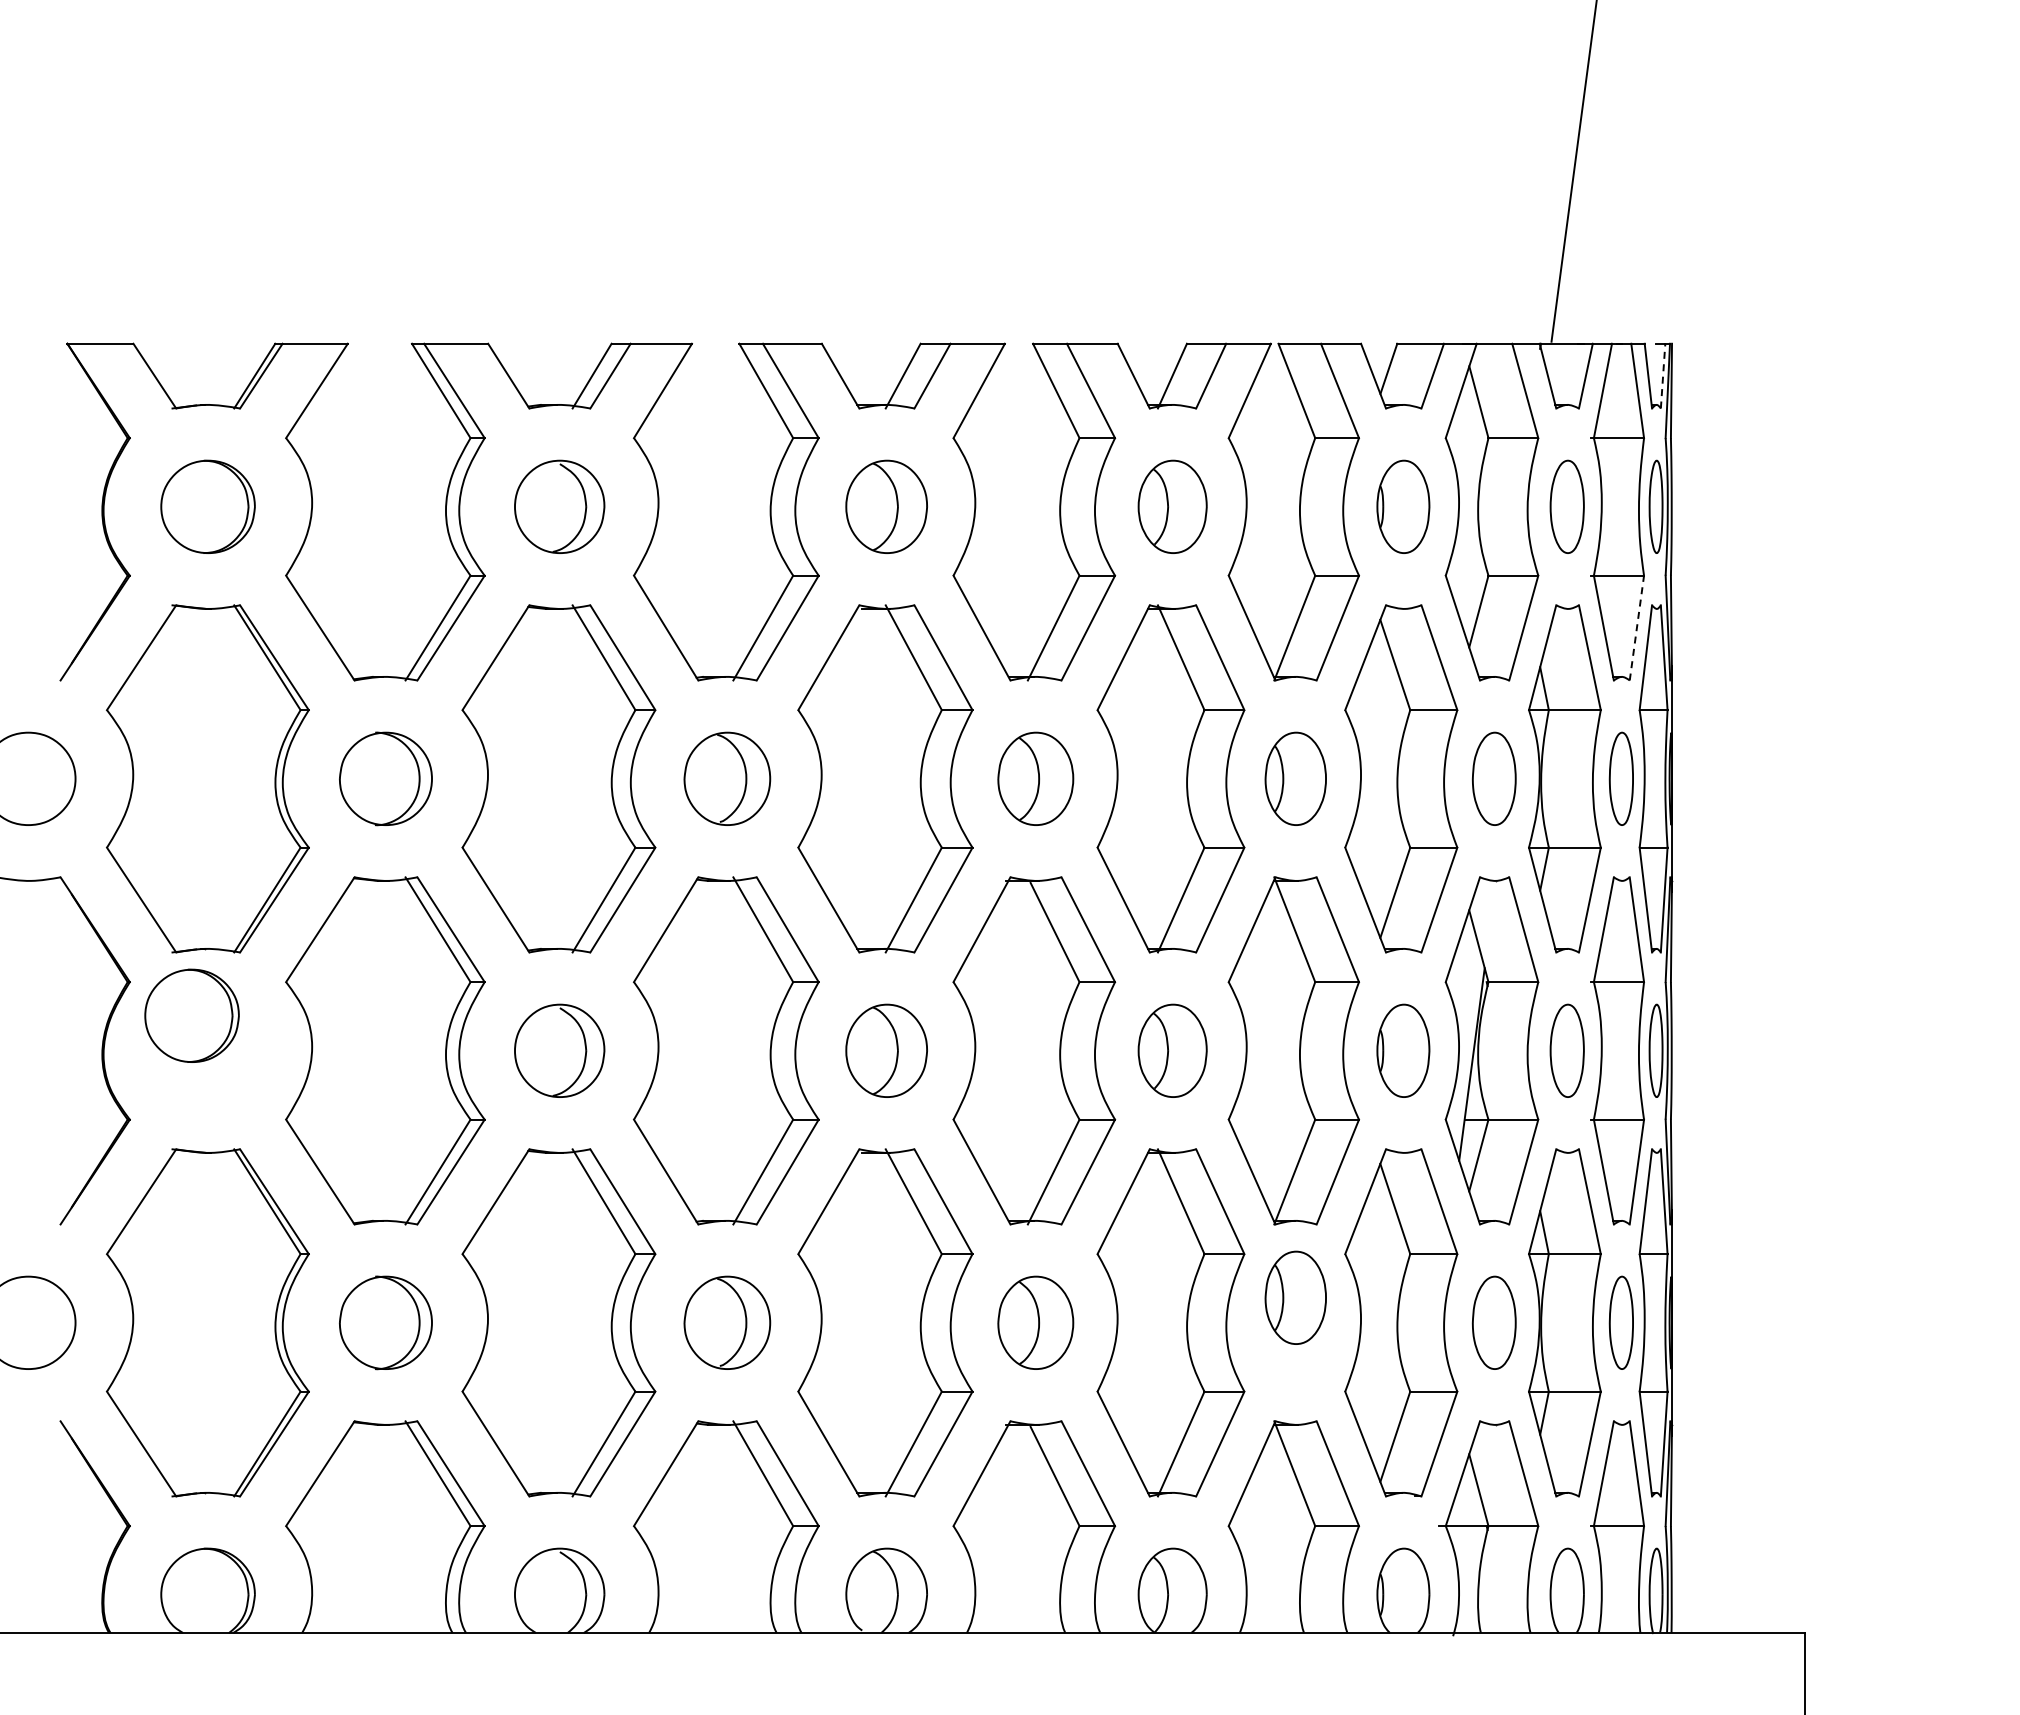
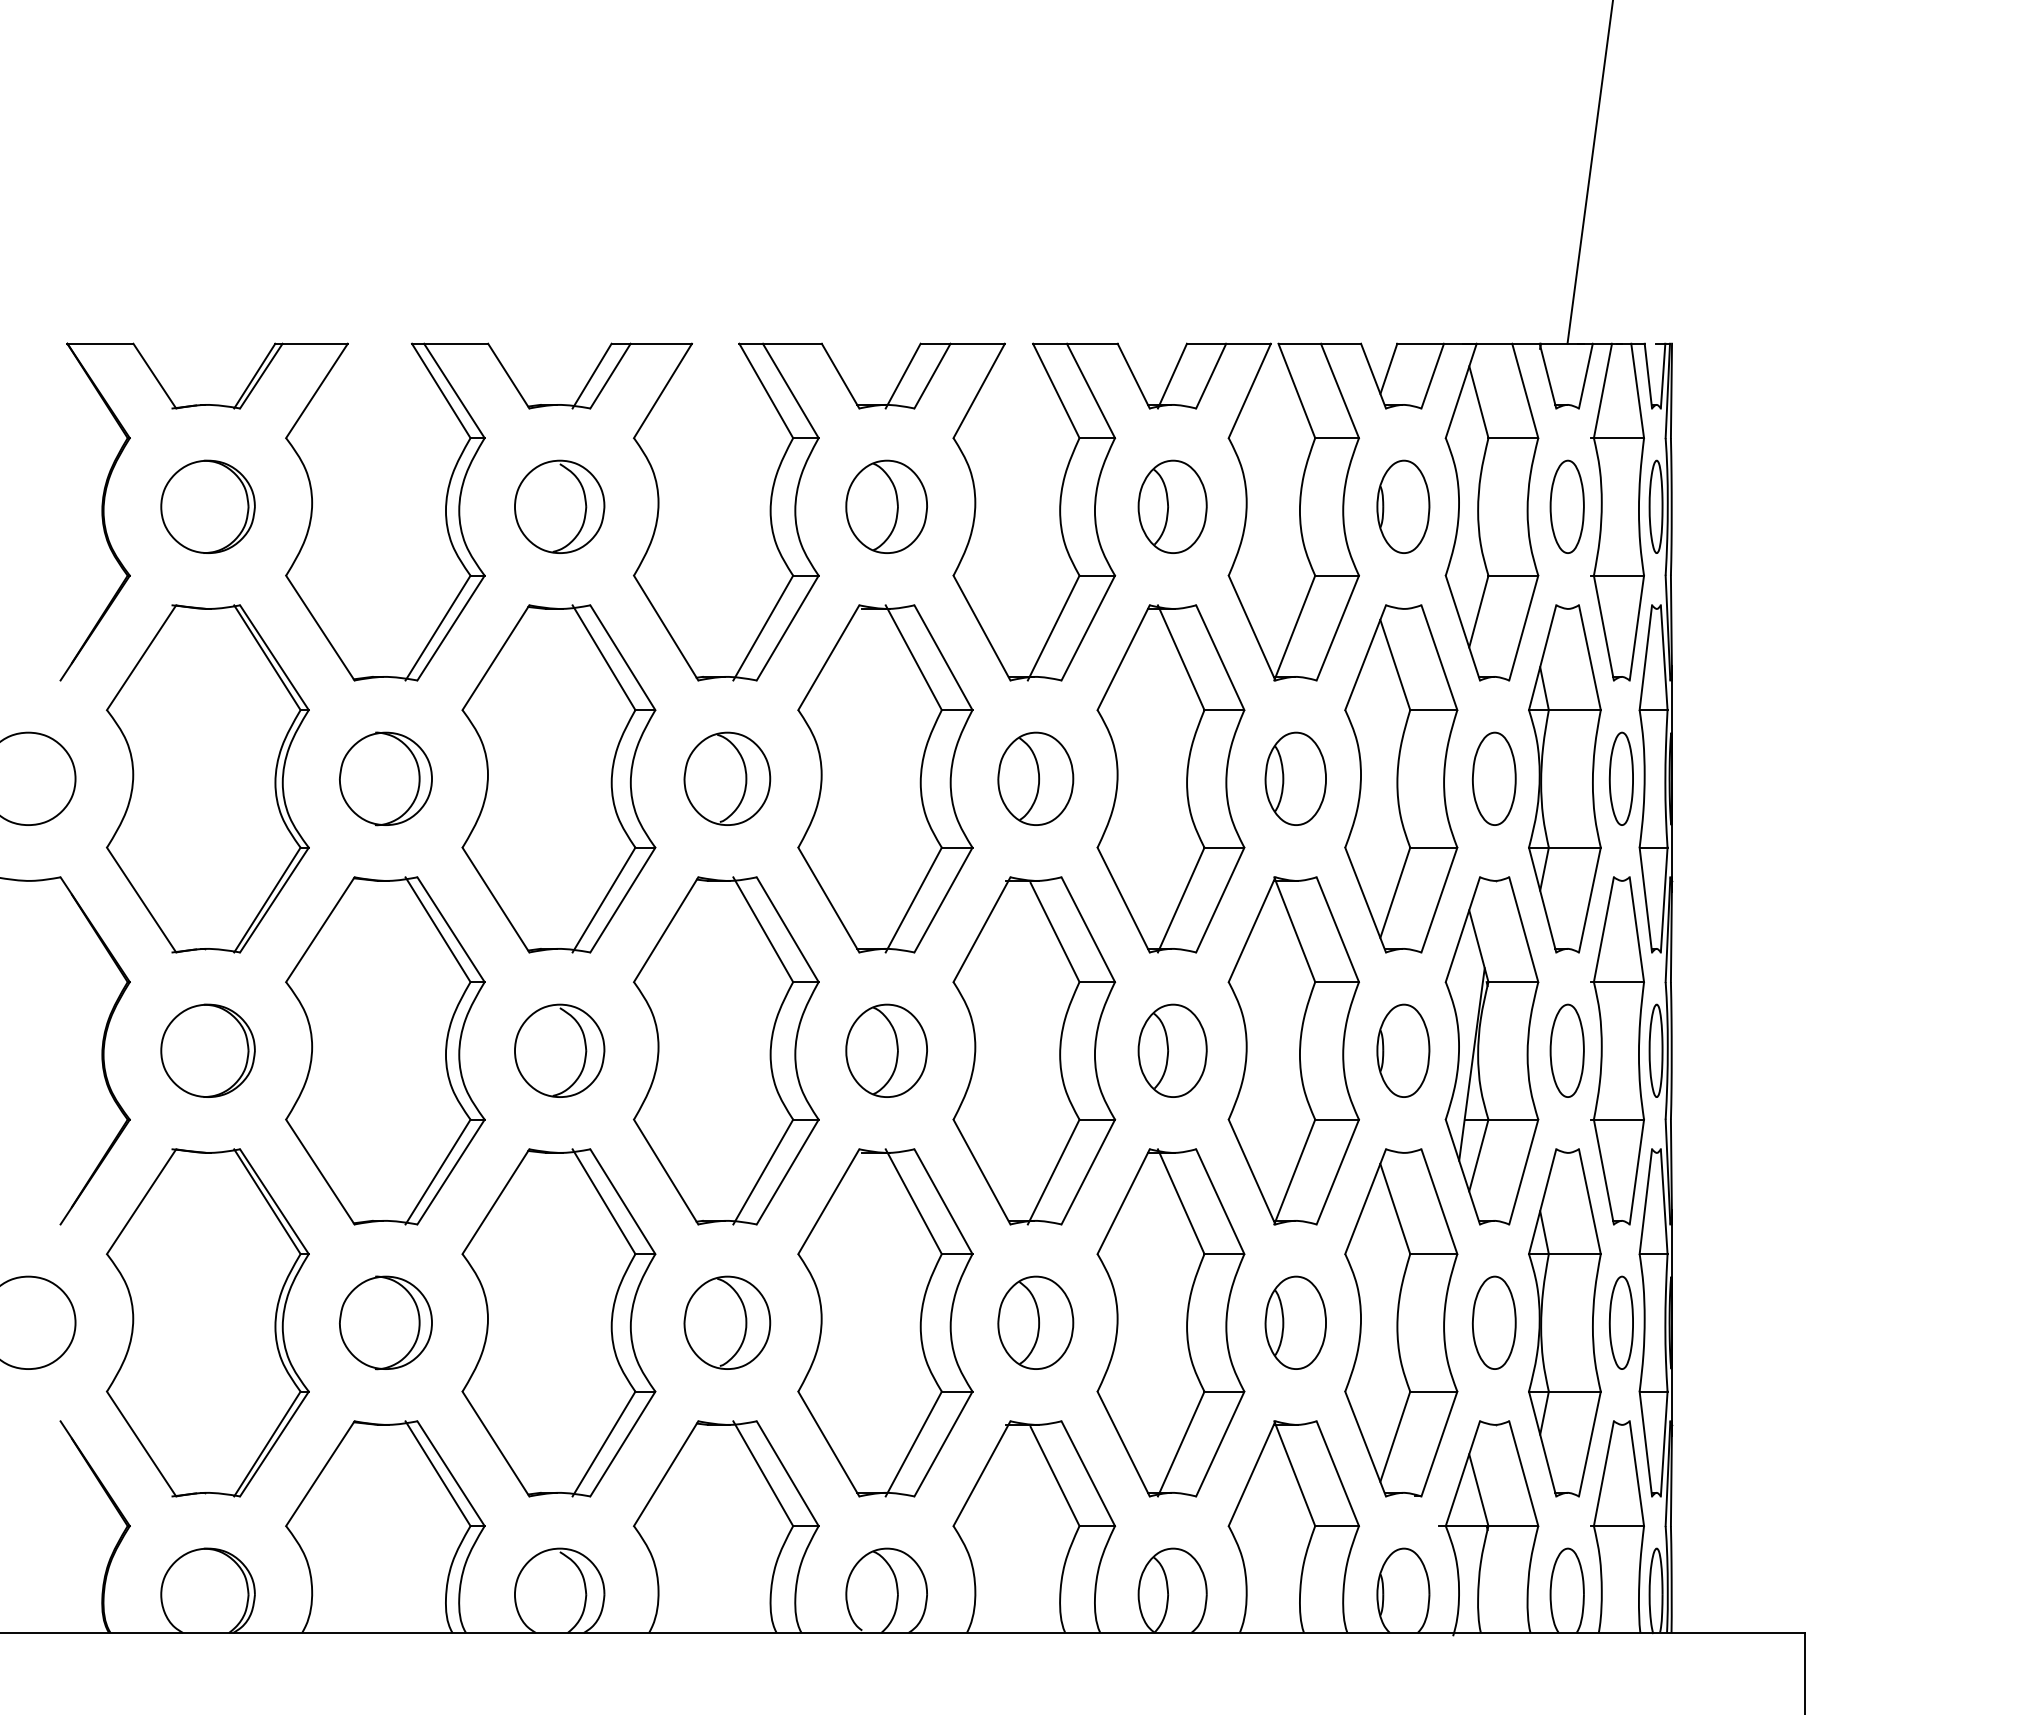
line at (1573, 171) position: (1573, 171) -> (1589, 172)
line at (1663, 375): dashed -> solid
line at (1636, 628): dashed -> solid
part at (191, 1015) position: (191, 1015) -> (207, 1050)
part at (1295, 1297) position: (1295, 1297) -> (1295, 1322)
